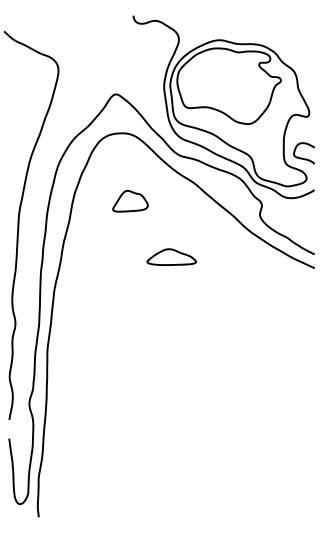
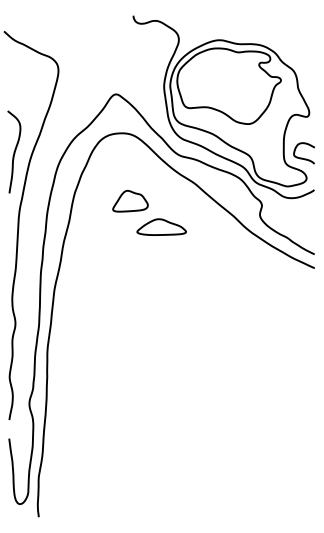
curve at (14, 151): none -> present
part at (171, 256) position: (171, 256) -> (161, 226)
